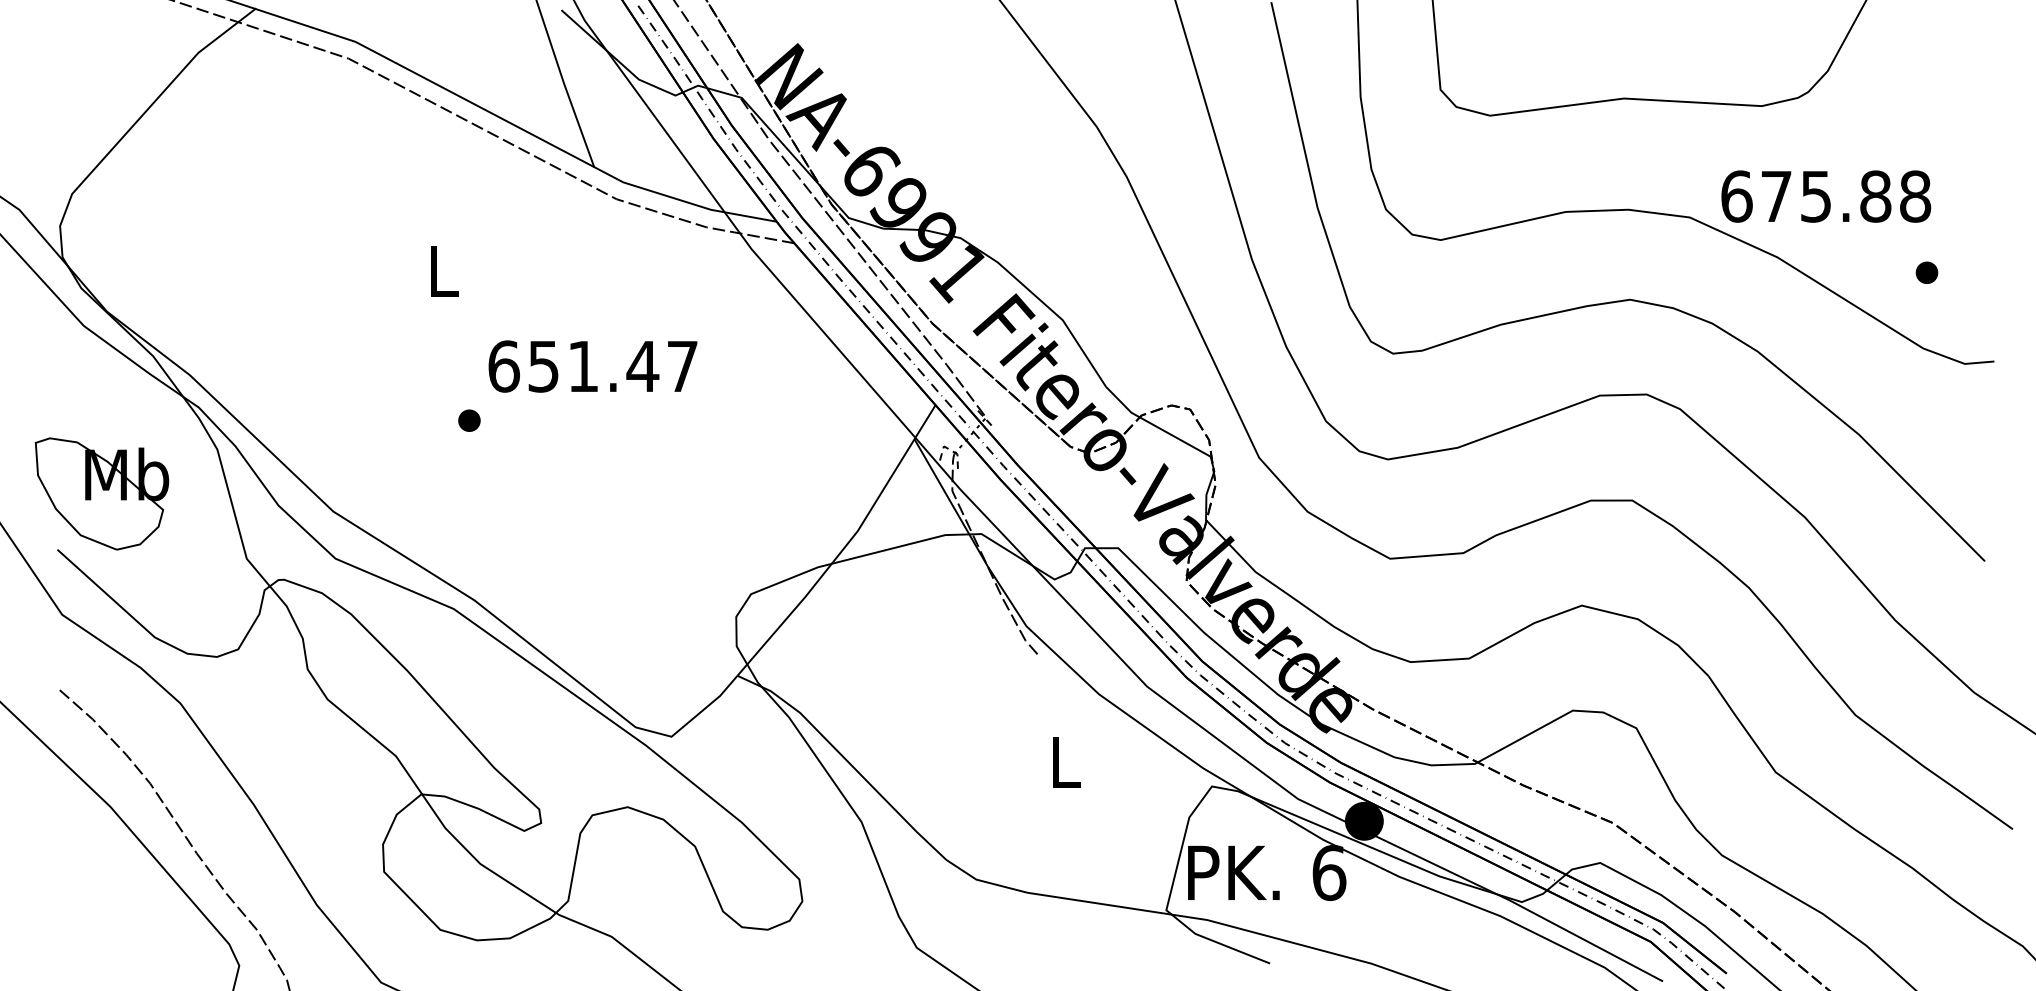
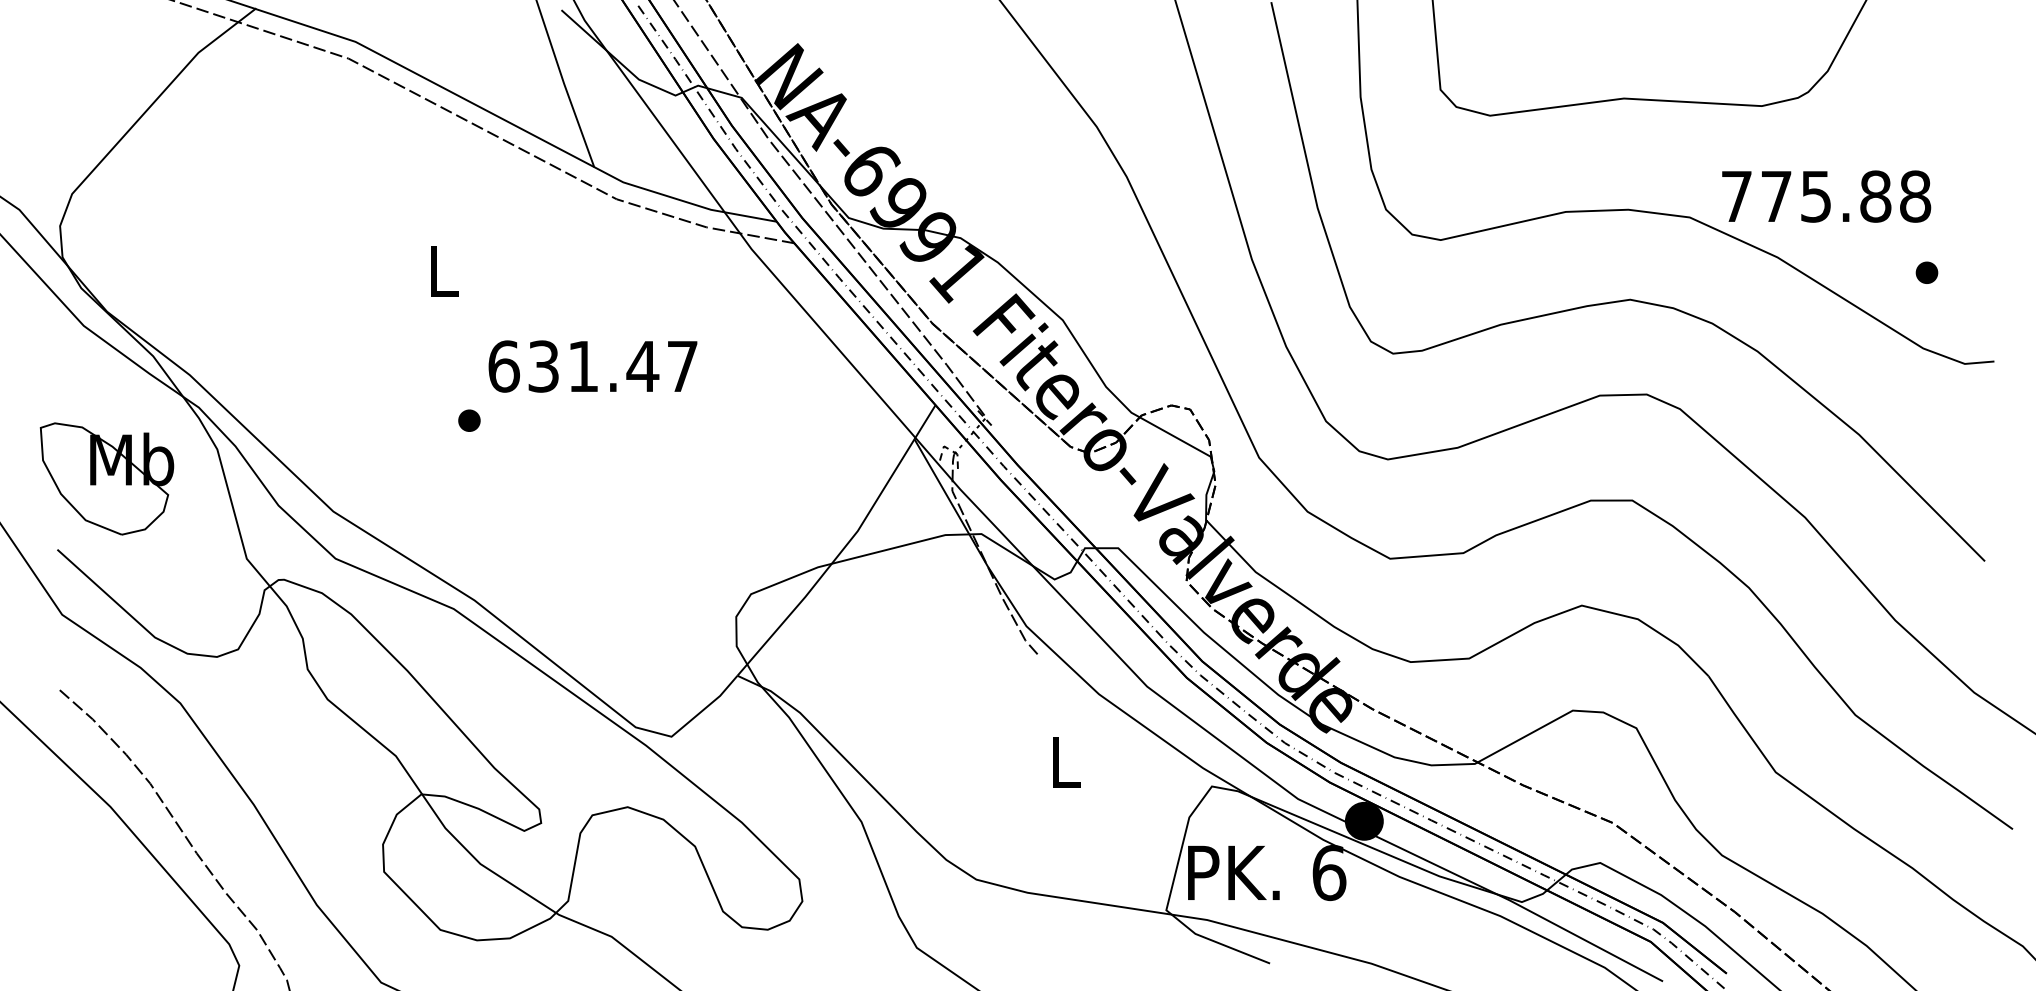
text at (1736, 196): 675.88 -> 775.88
text at (543, 366): 651.47 -> 631.47
part at (101, 493) position: (101, 493) -> (106, 478)
